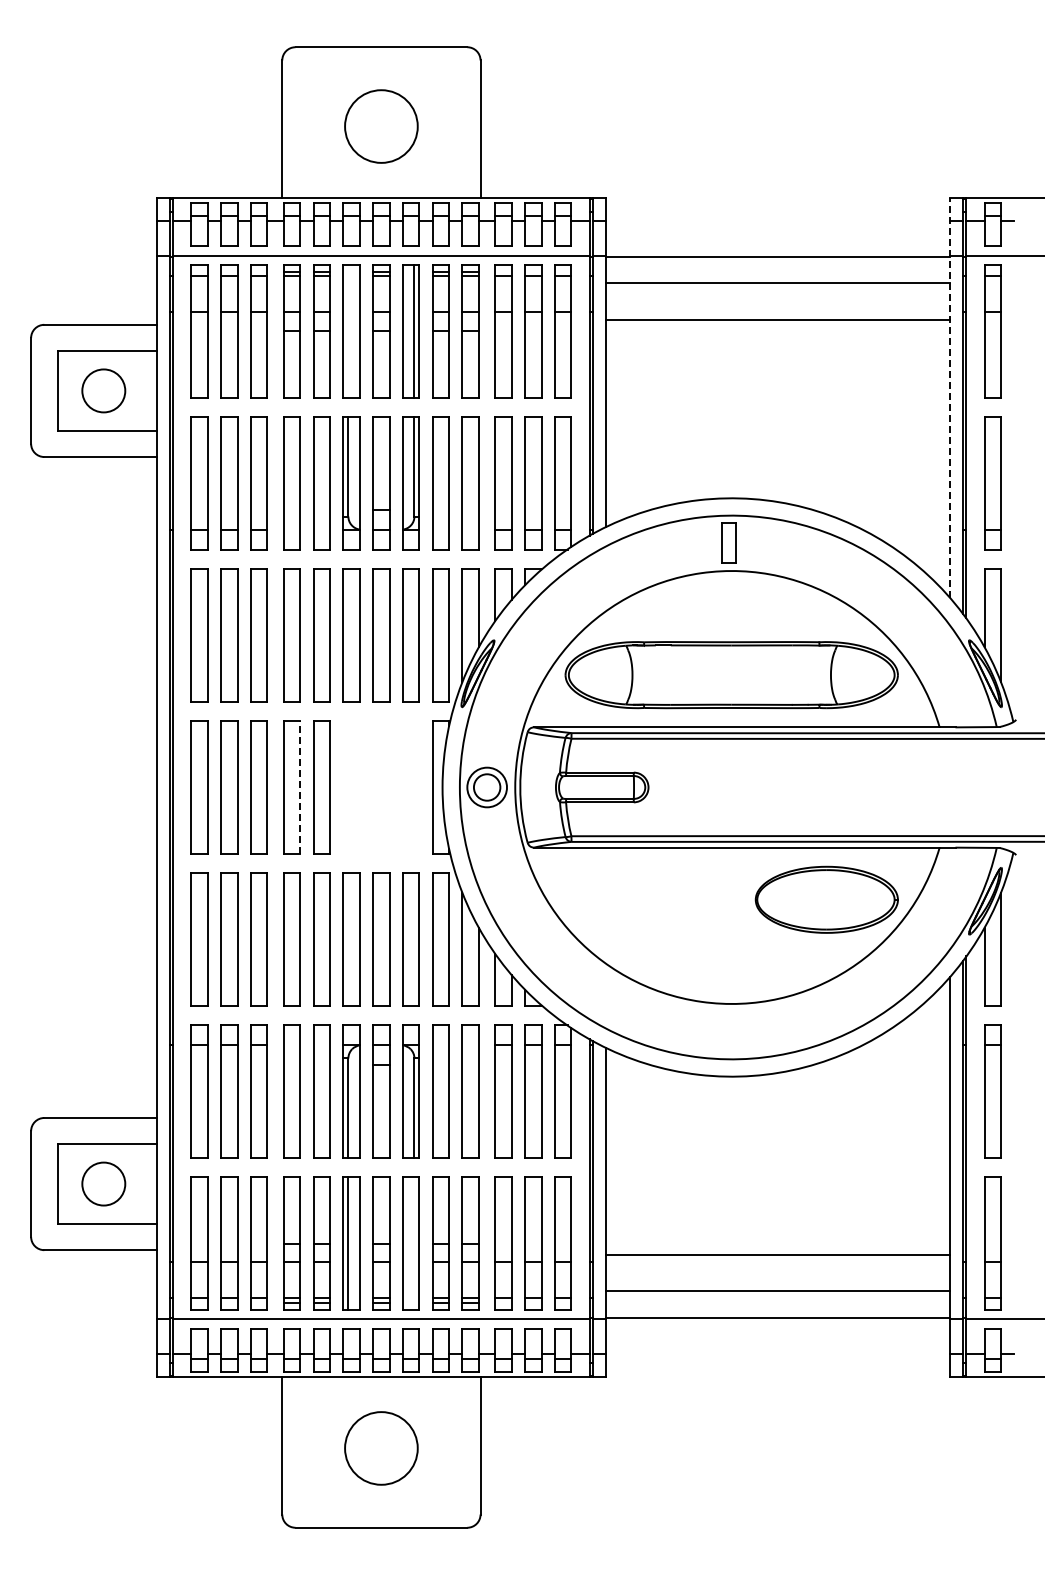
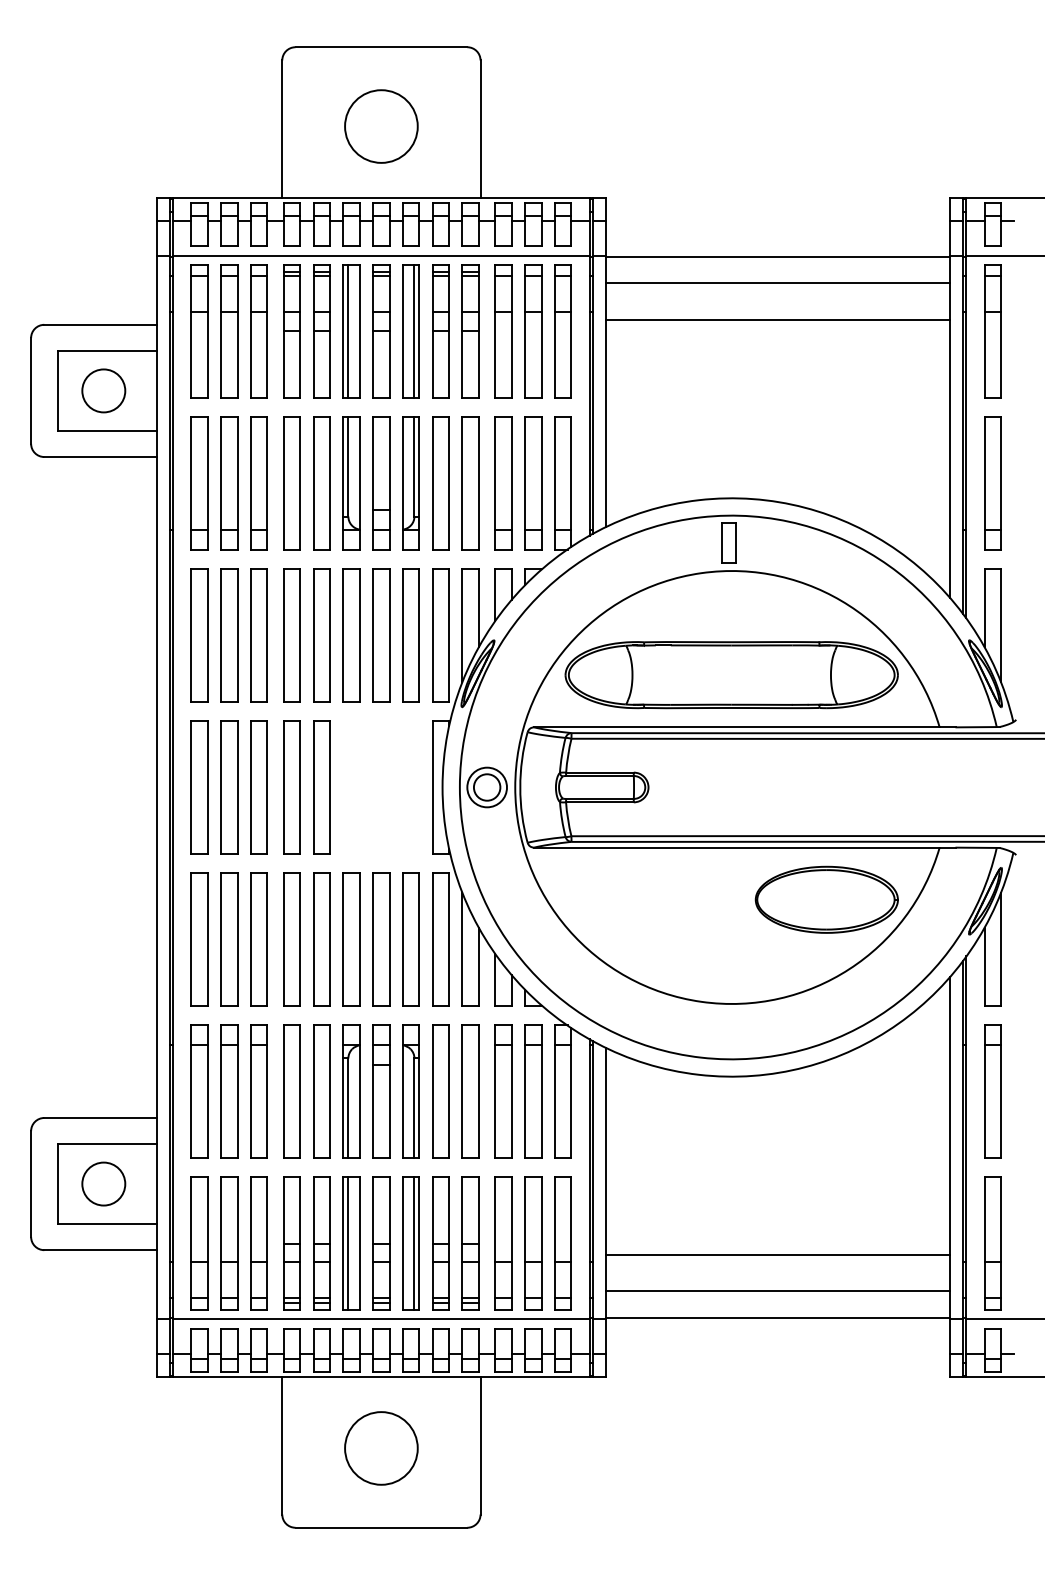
line at (348, 331): none -> present
line at (949, 397): dashed -> solid
line at (300, 787): dashed -> solid
line at (414, 1243): none -> present
